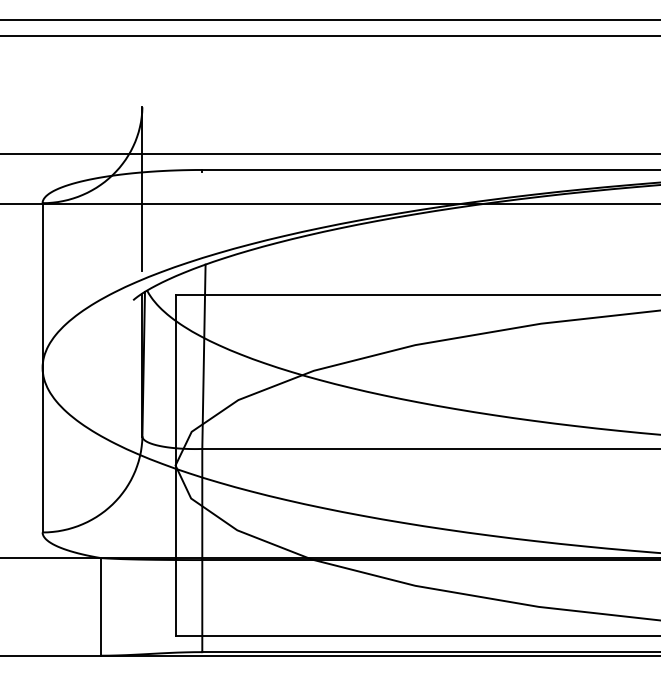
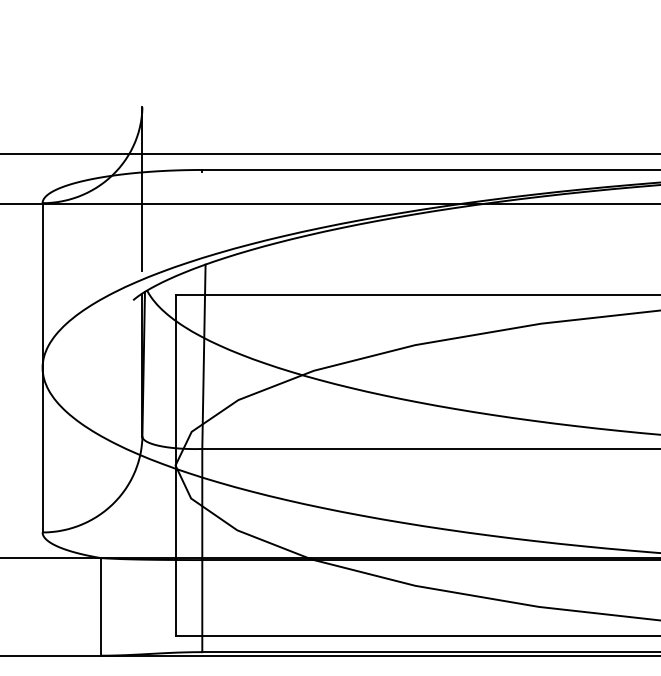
line at (329, 20): present -> none
line at (329, 35): present -> none
